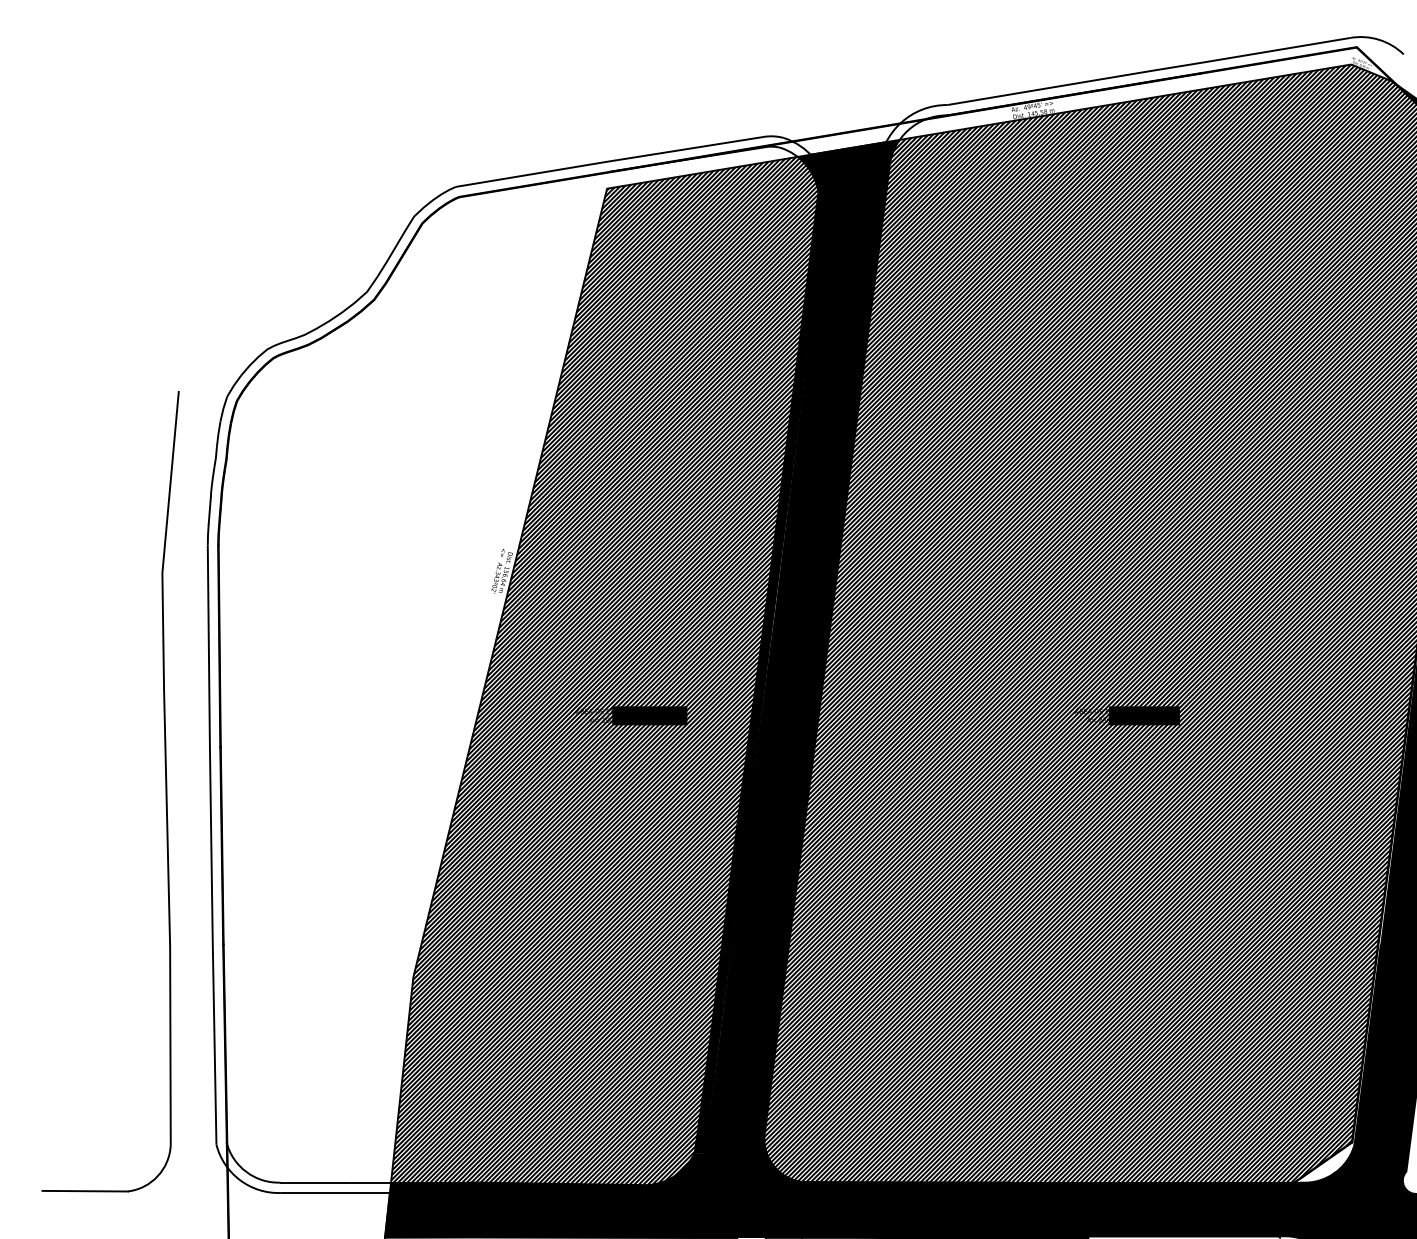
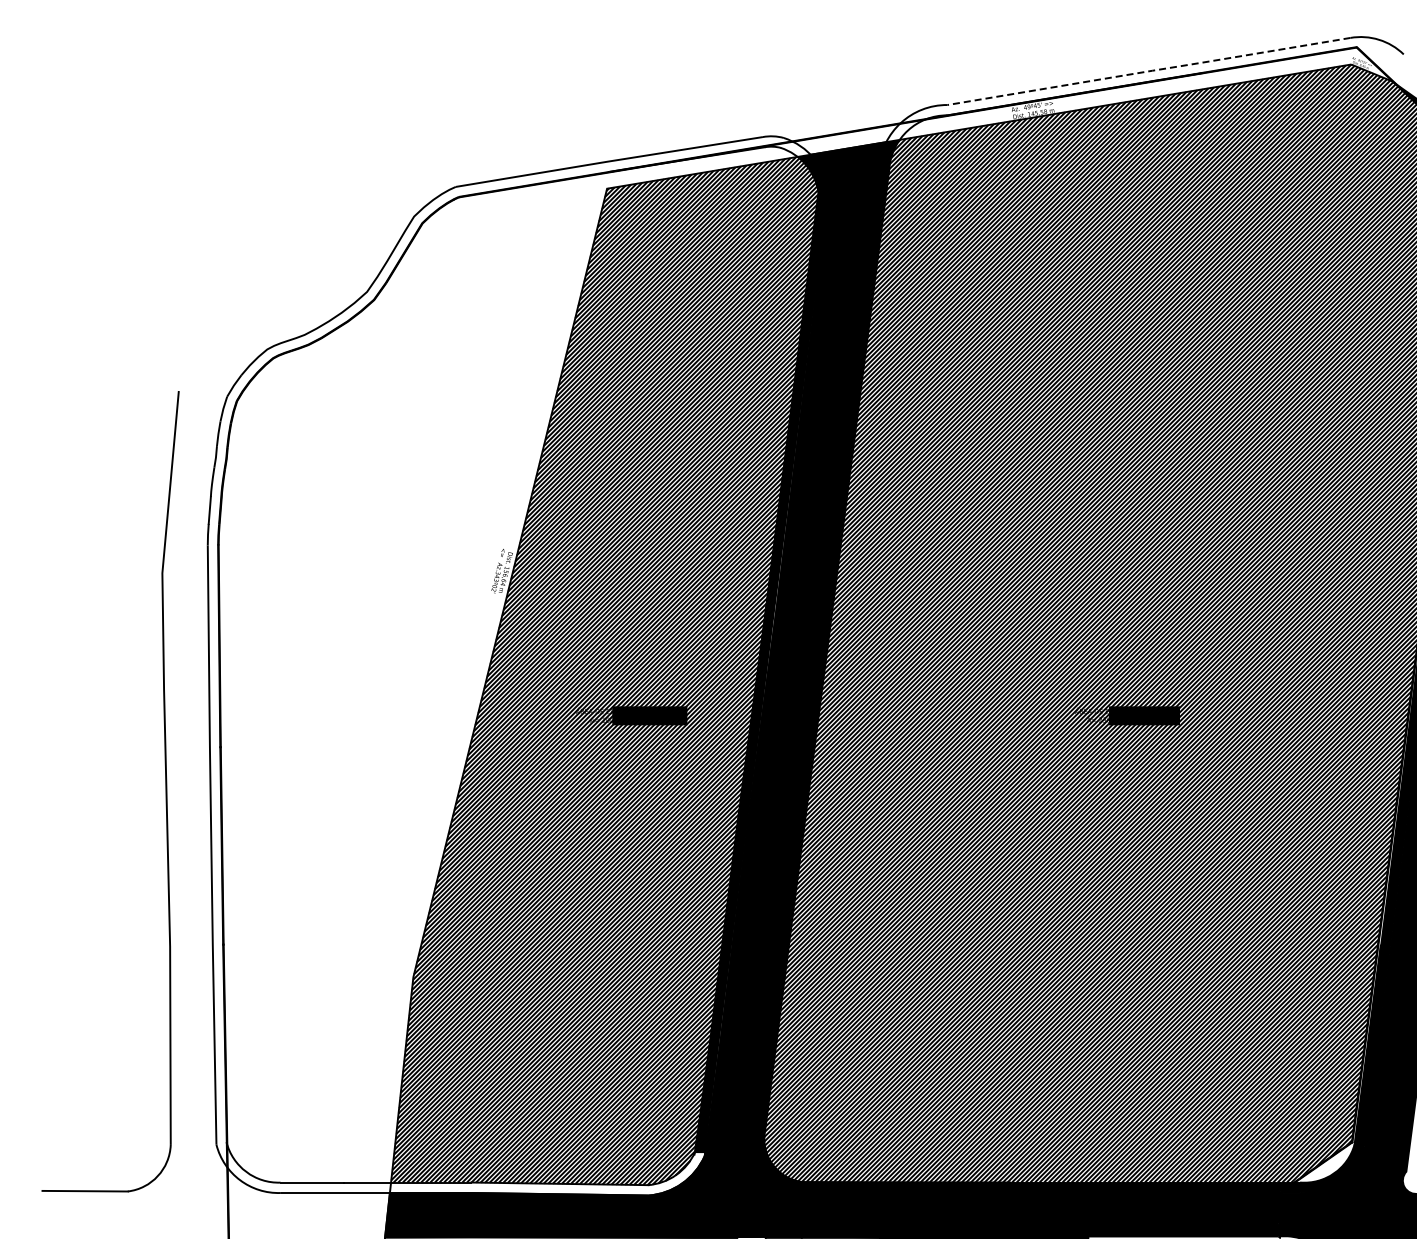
line at (1150, 71): solid -> dashed
fill at (547, 1174): present -> none
